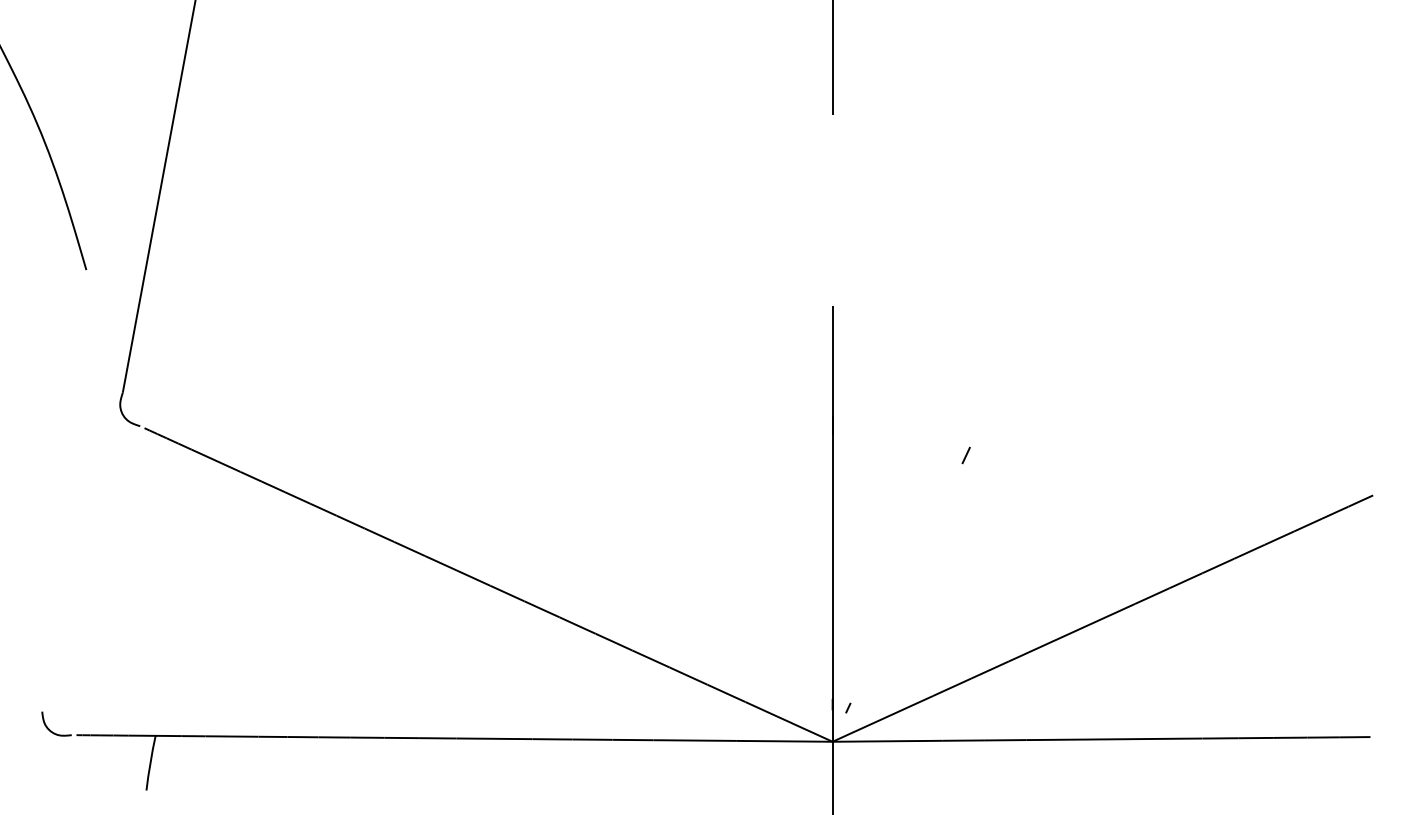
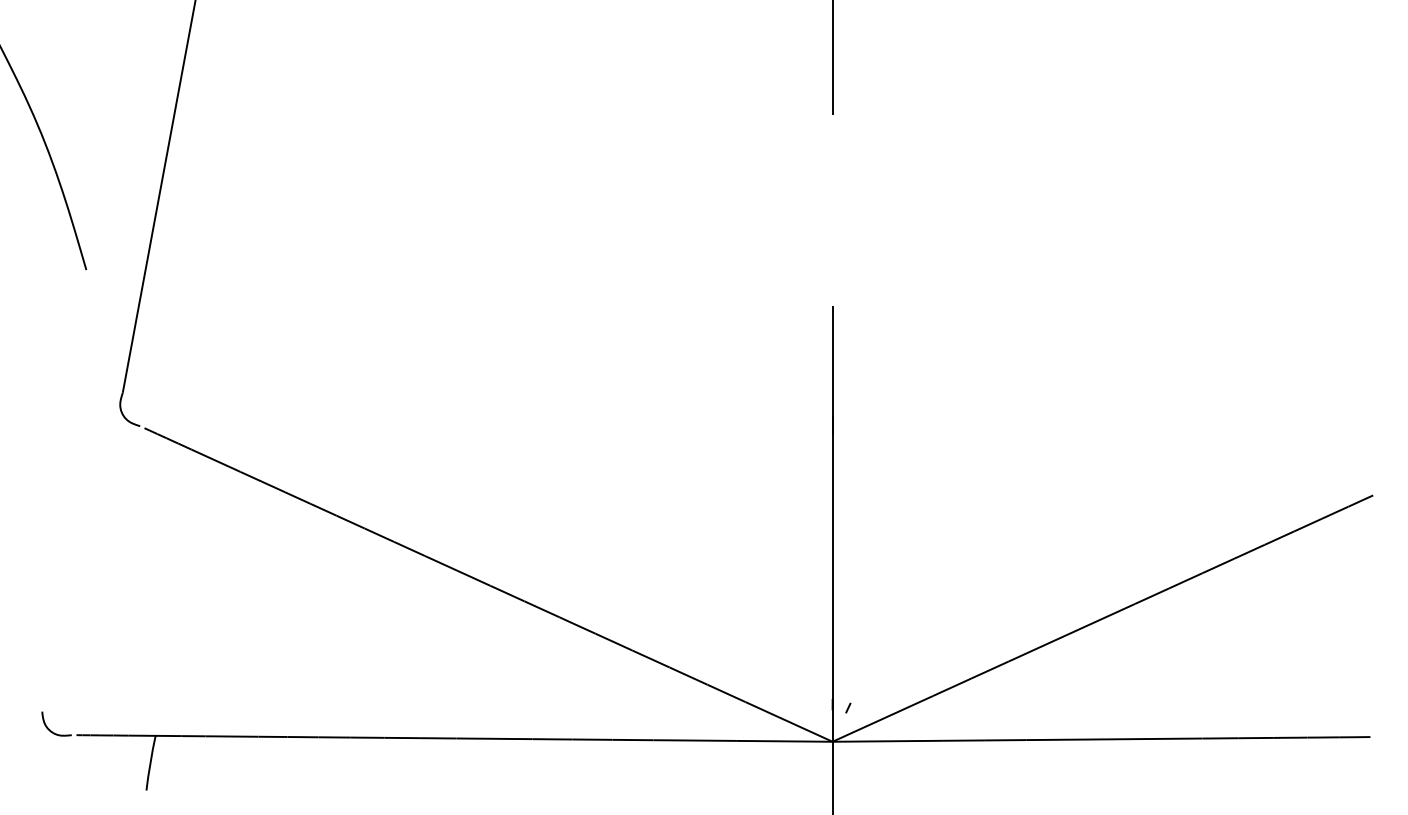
line at (965, 455): present -> none
